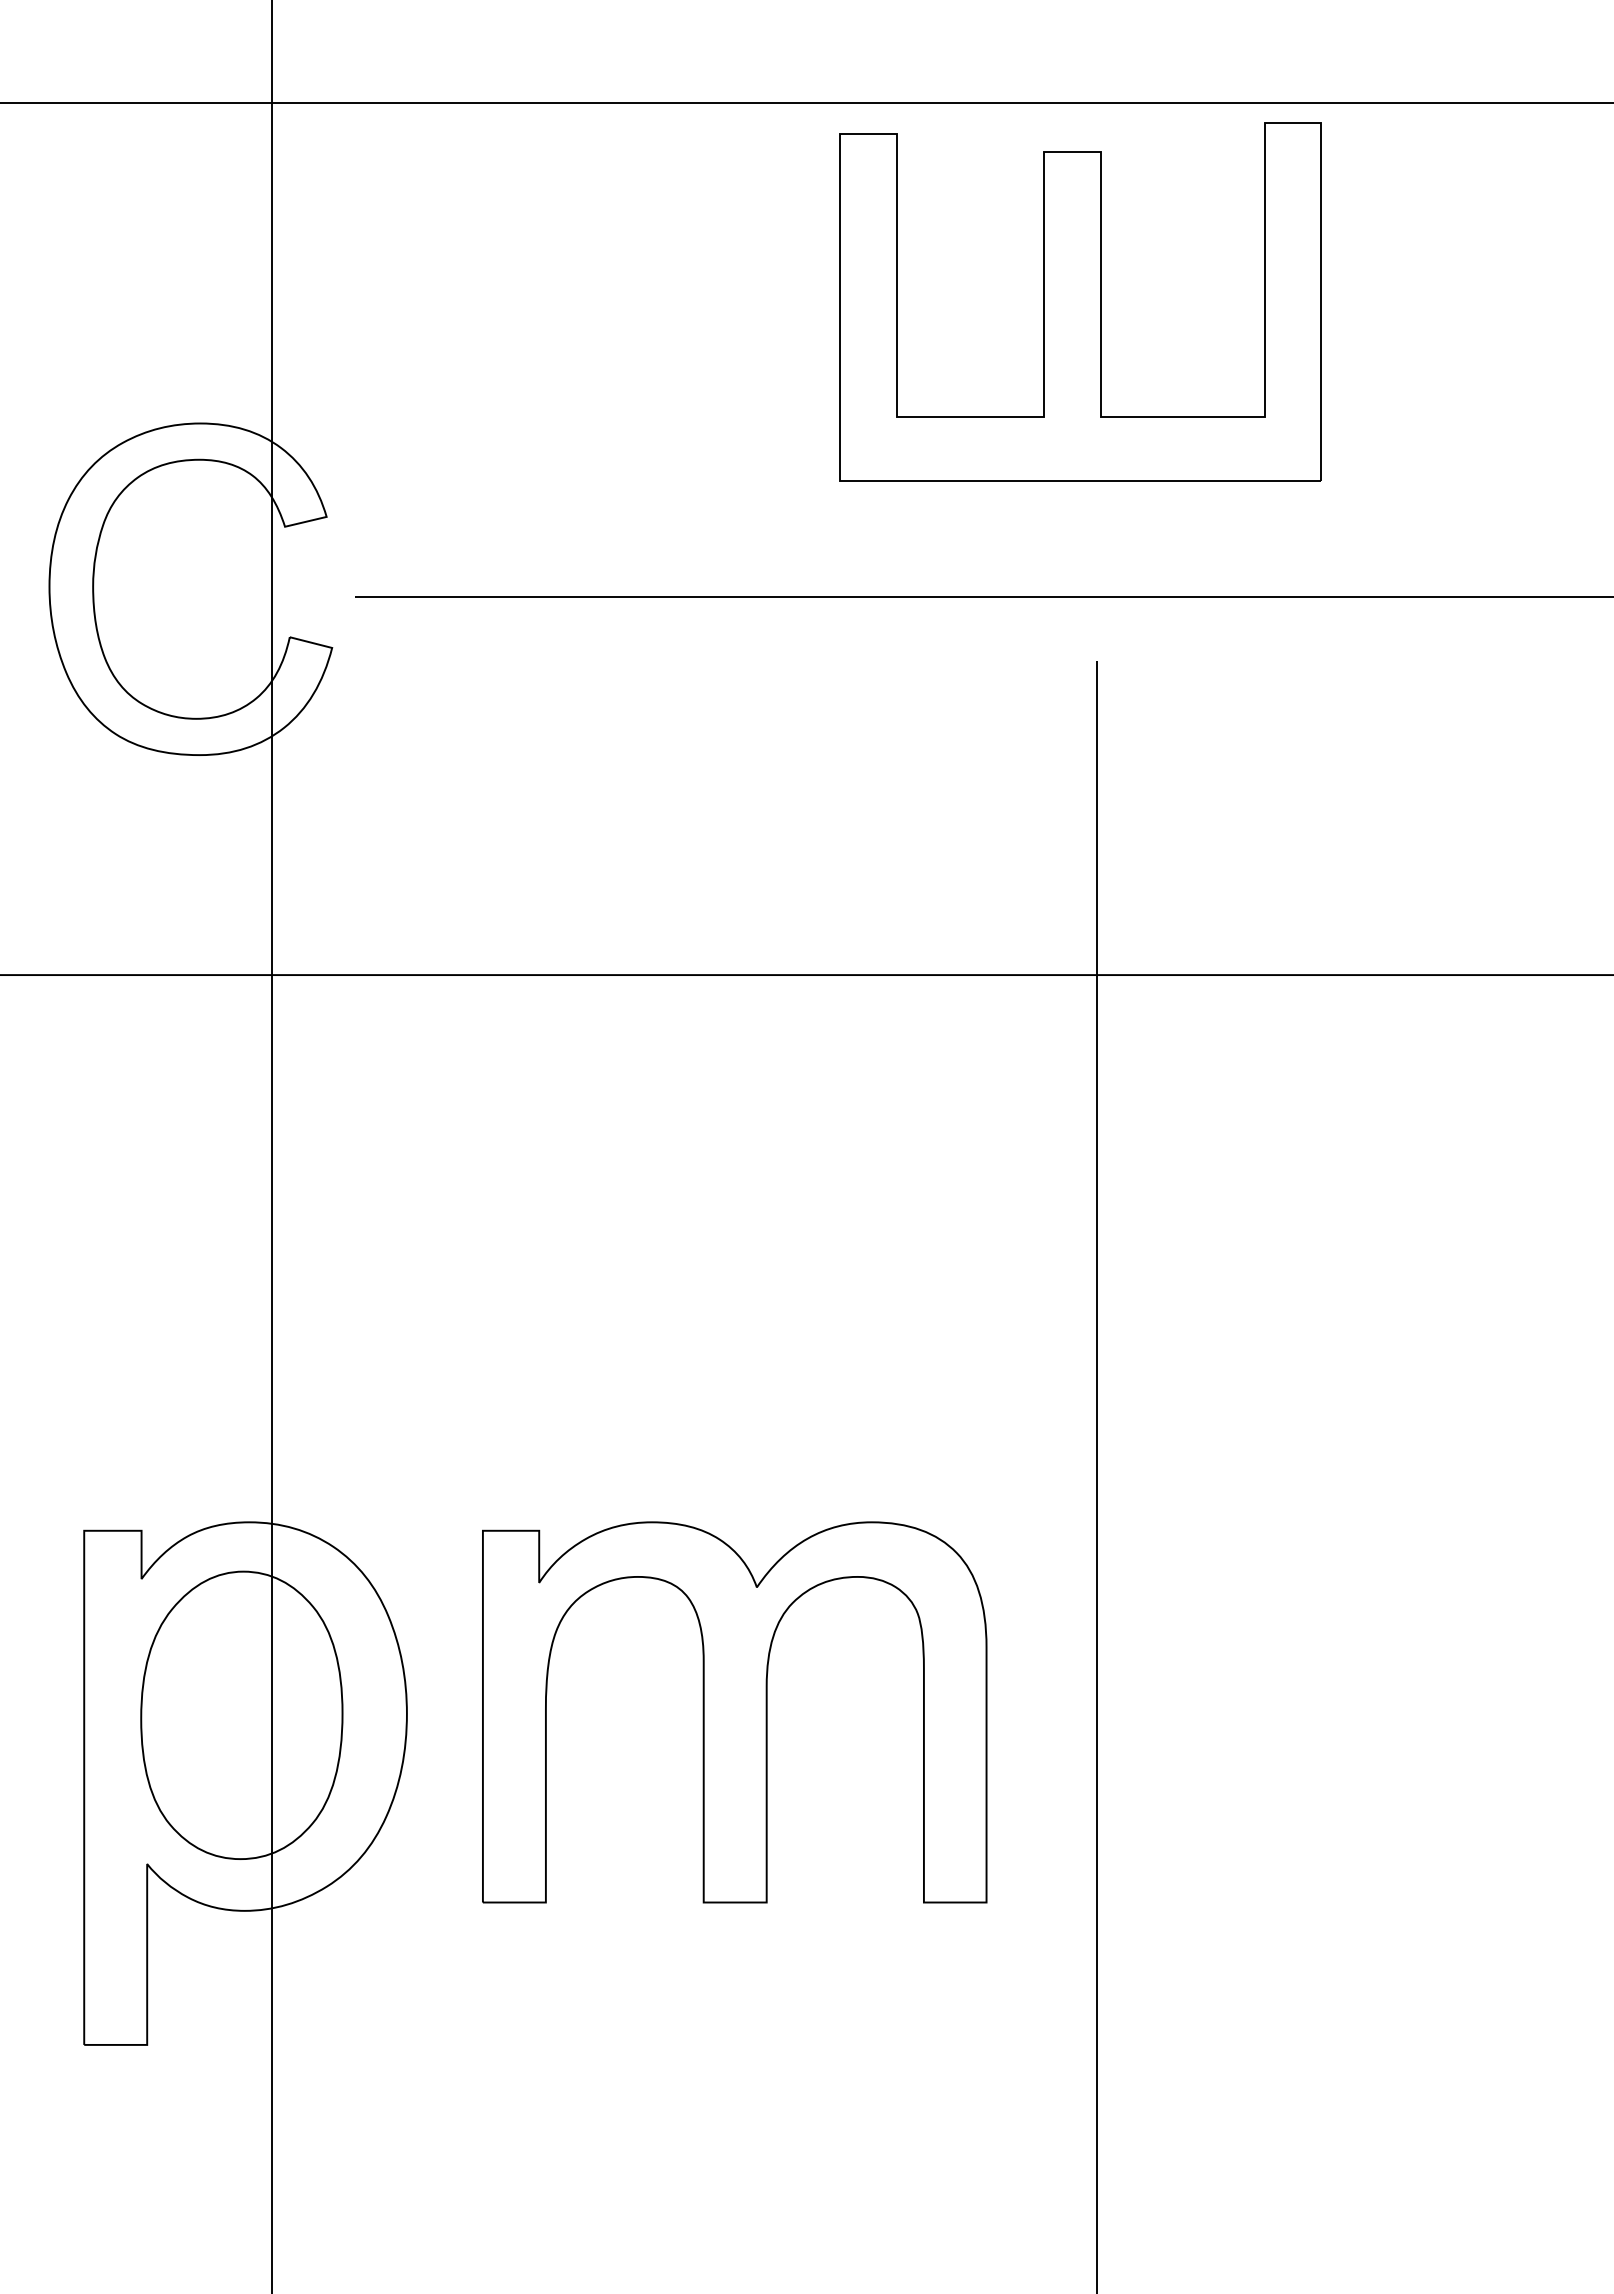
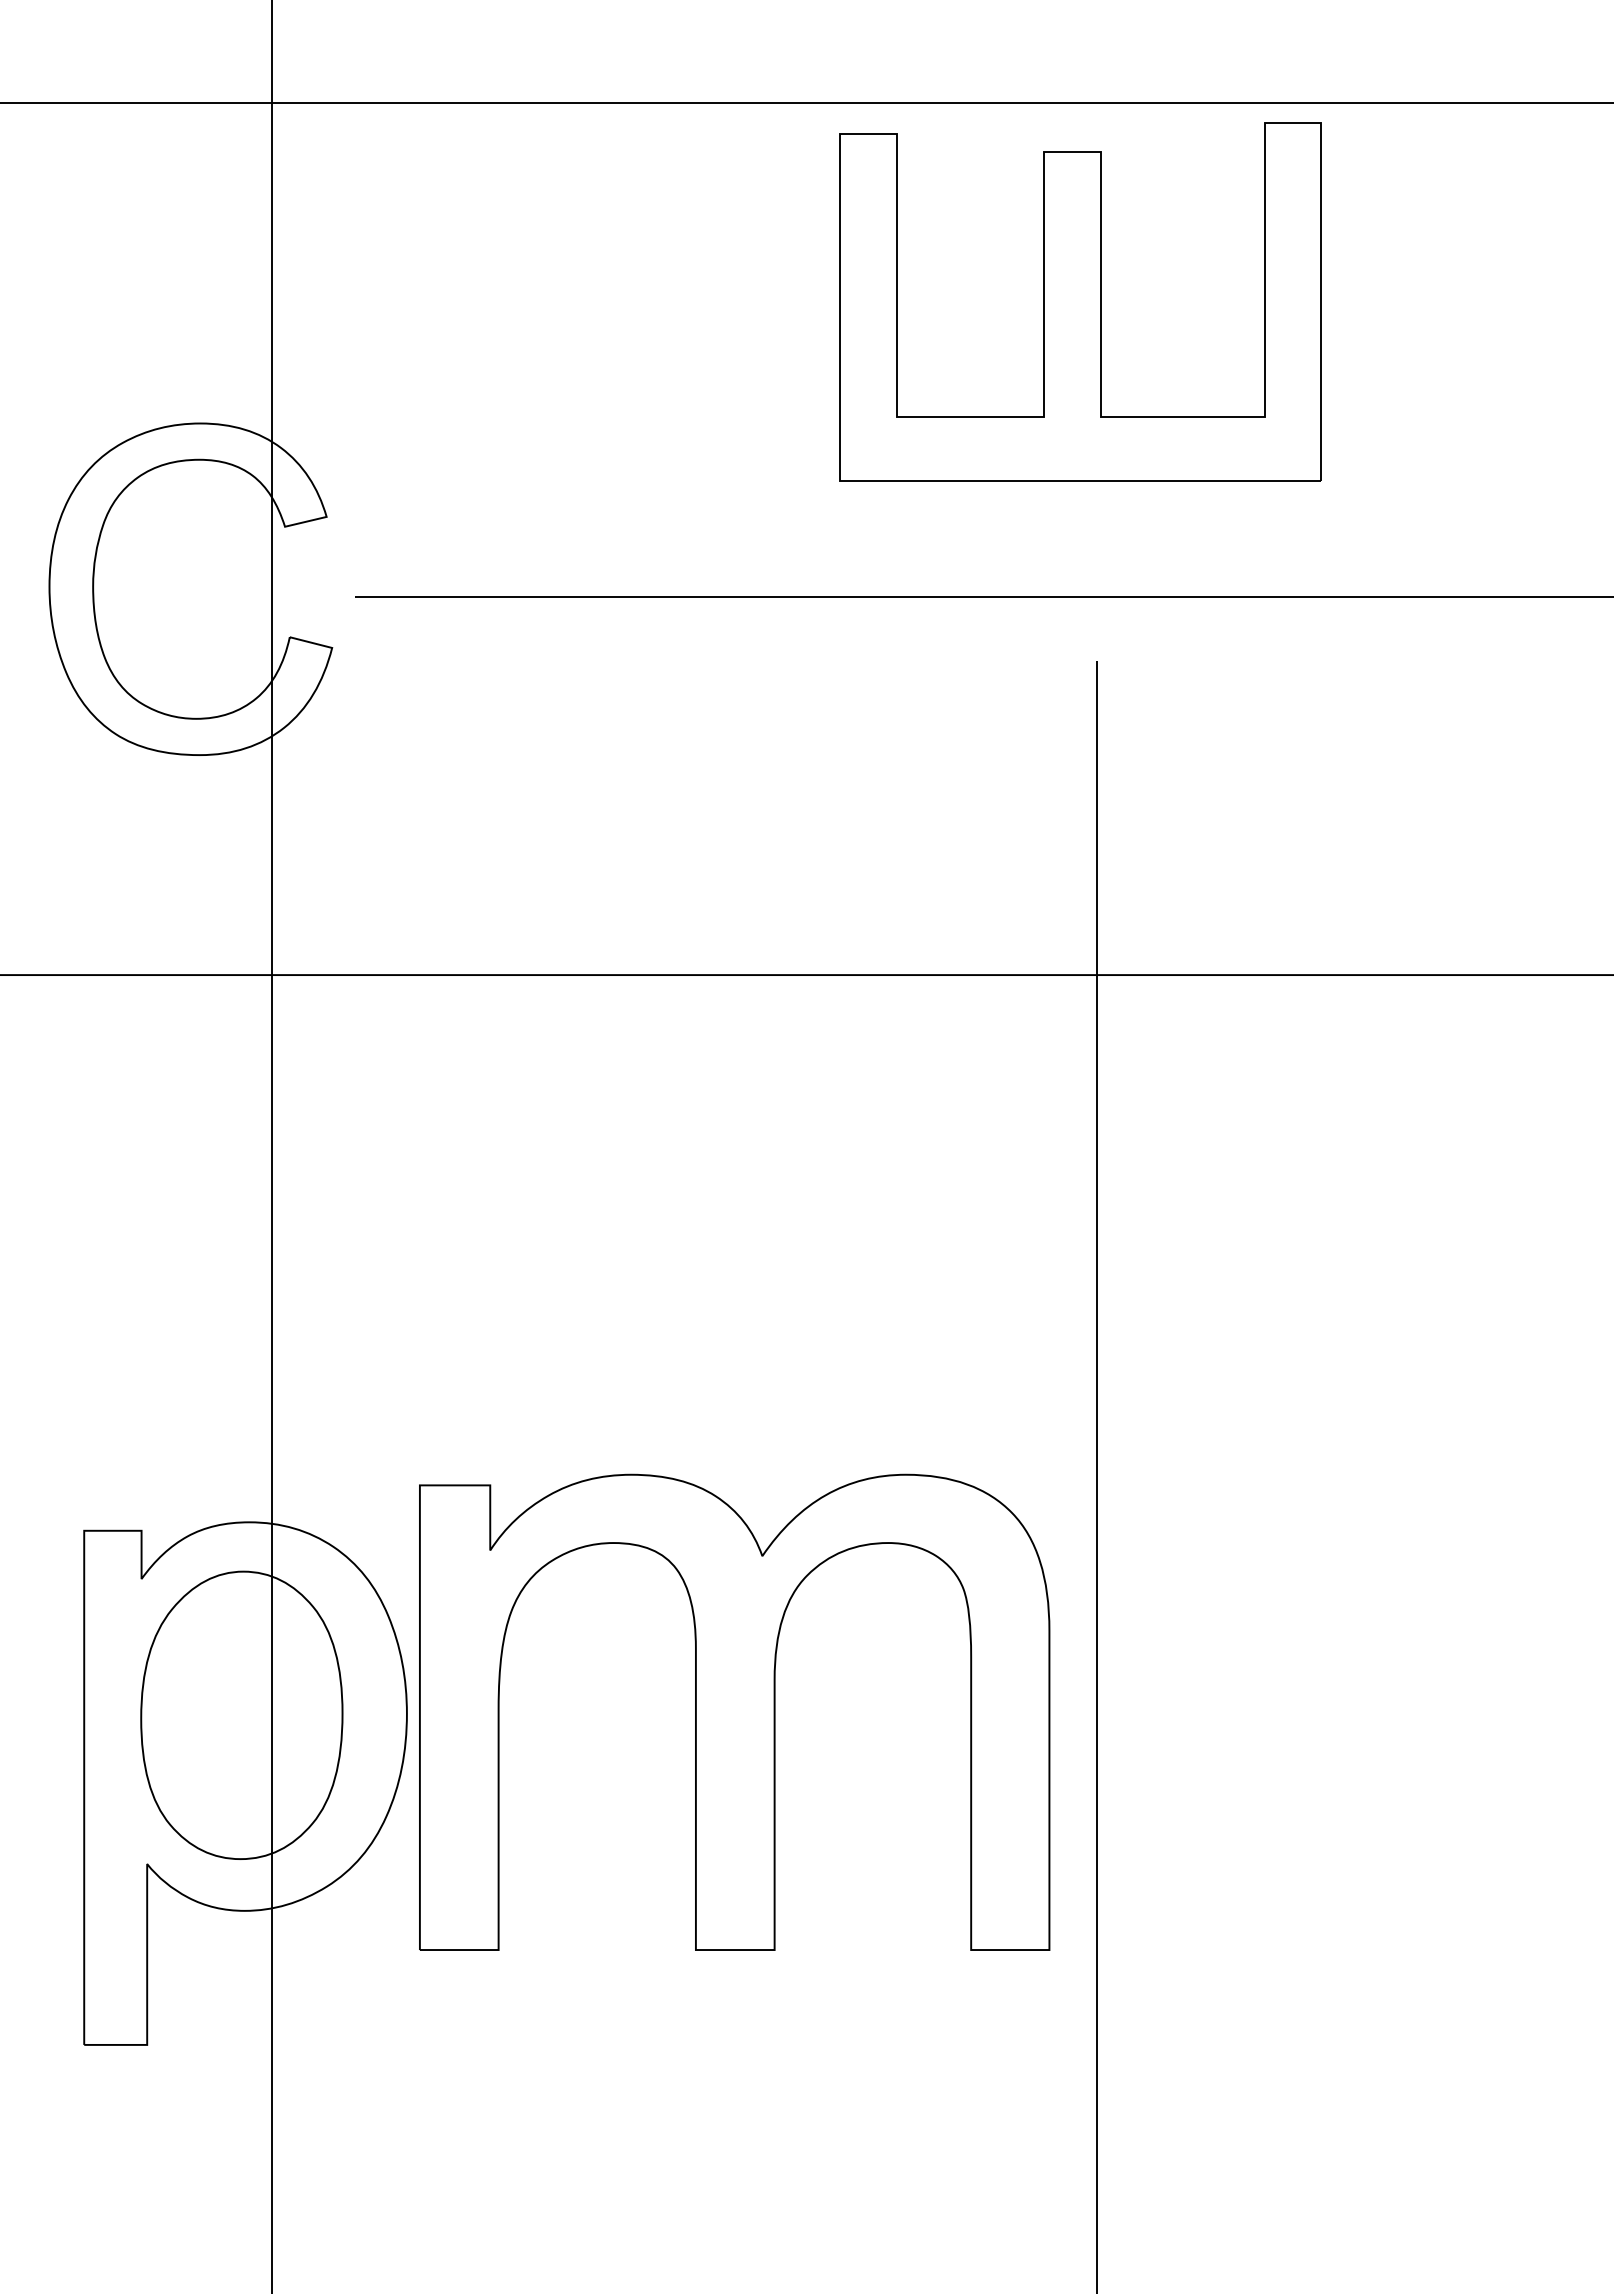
part at (734, 1712) size: 506x383 px -> 632x478 px
